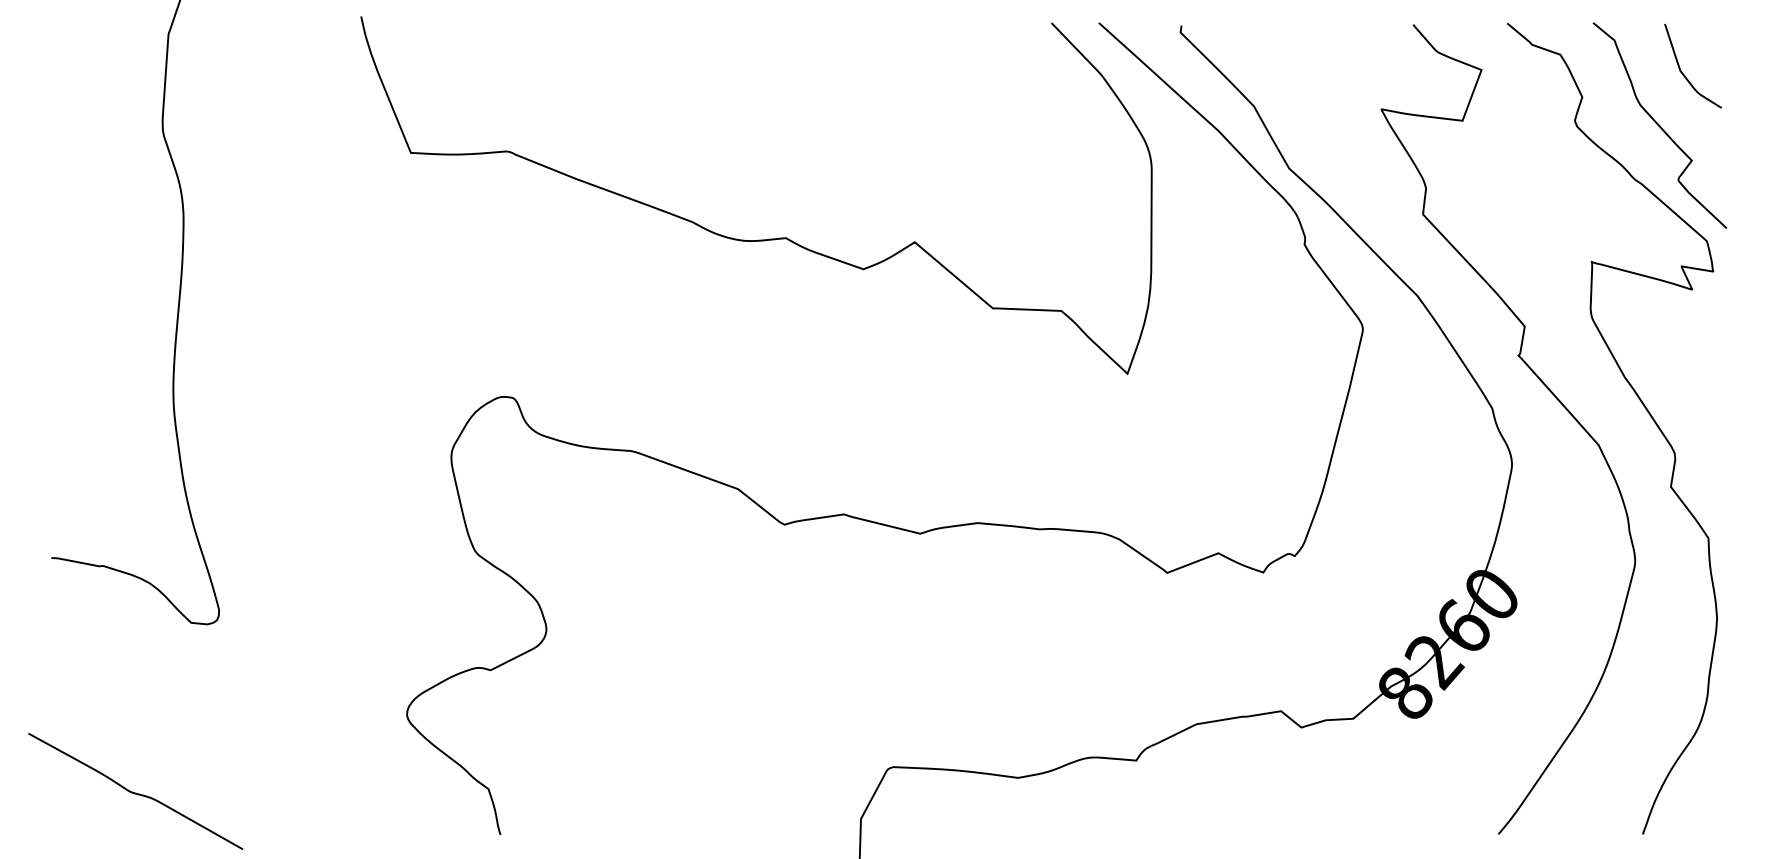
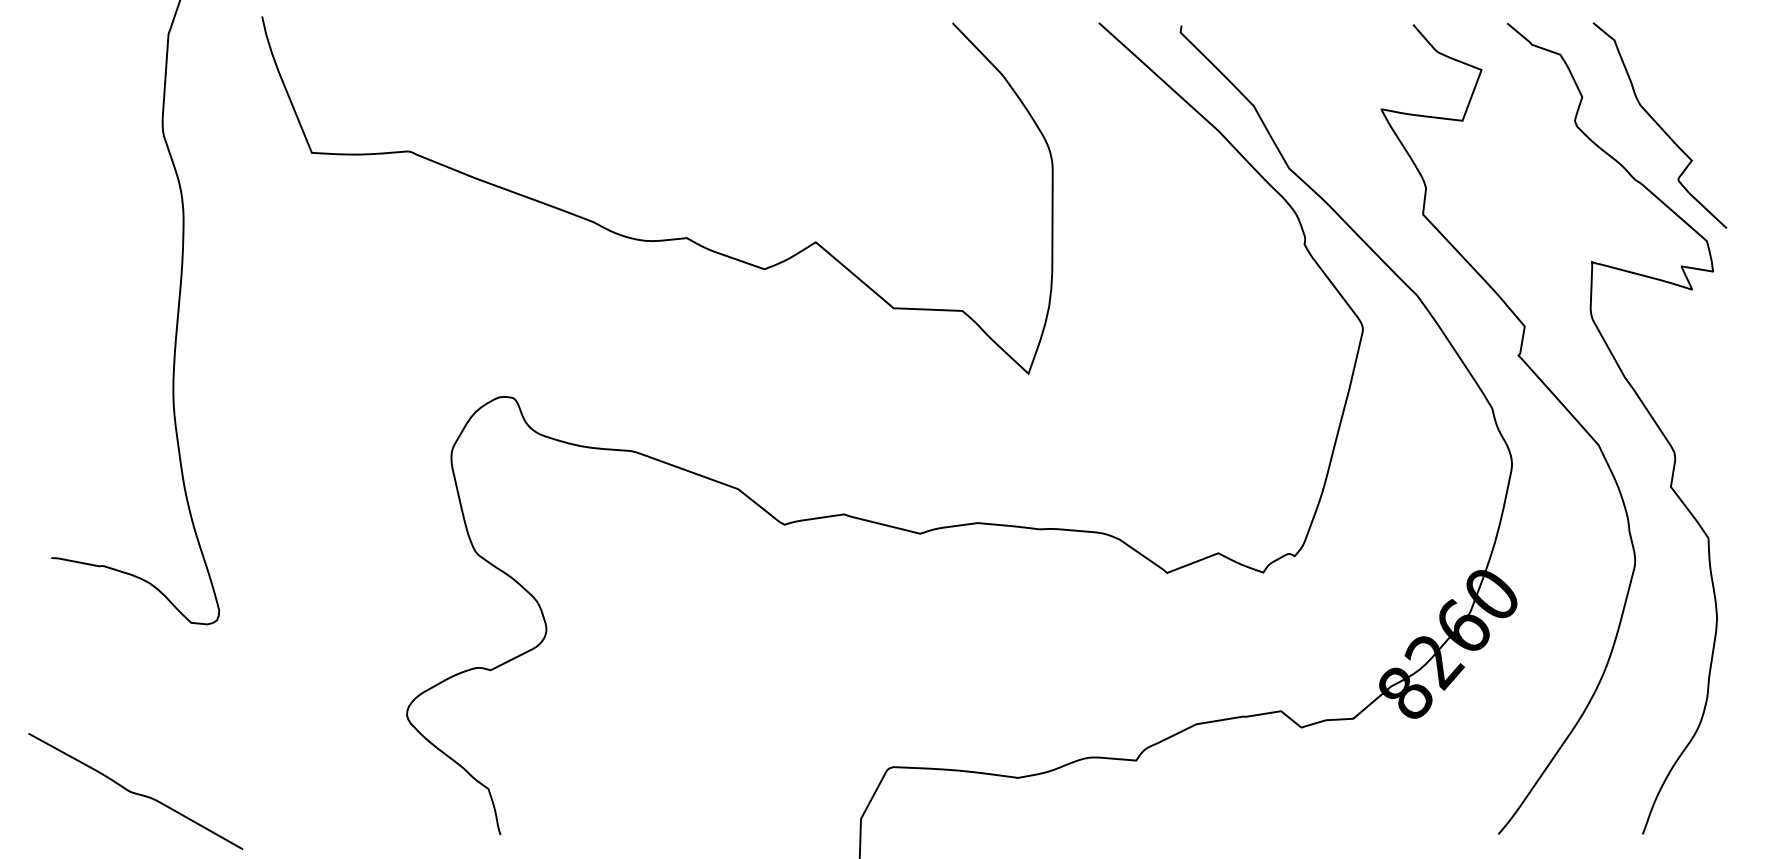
curve at (1682, 71): present -> none
curve at (758, 239) position: (758, 239) -> (659, 239)
